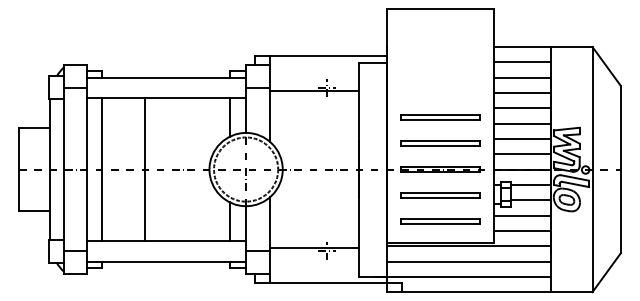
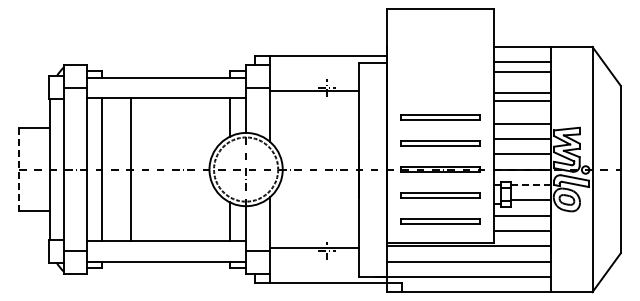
line at (522, 77) position: (522, 77) -> (522, 71)
line at (522, 108) position: (522, 108) -> (522, 101)
line at (145, 169) position: (145, 169) -> (131, 169)
line at (19, 170): solid -> dashed
line at (530, 184): solid -> dashed
